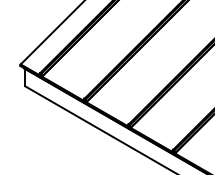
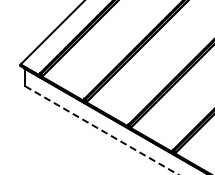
line at (102, 130): solid -> dashed
